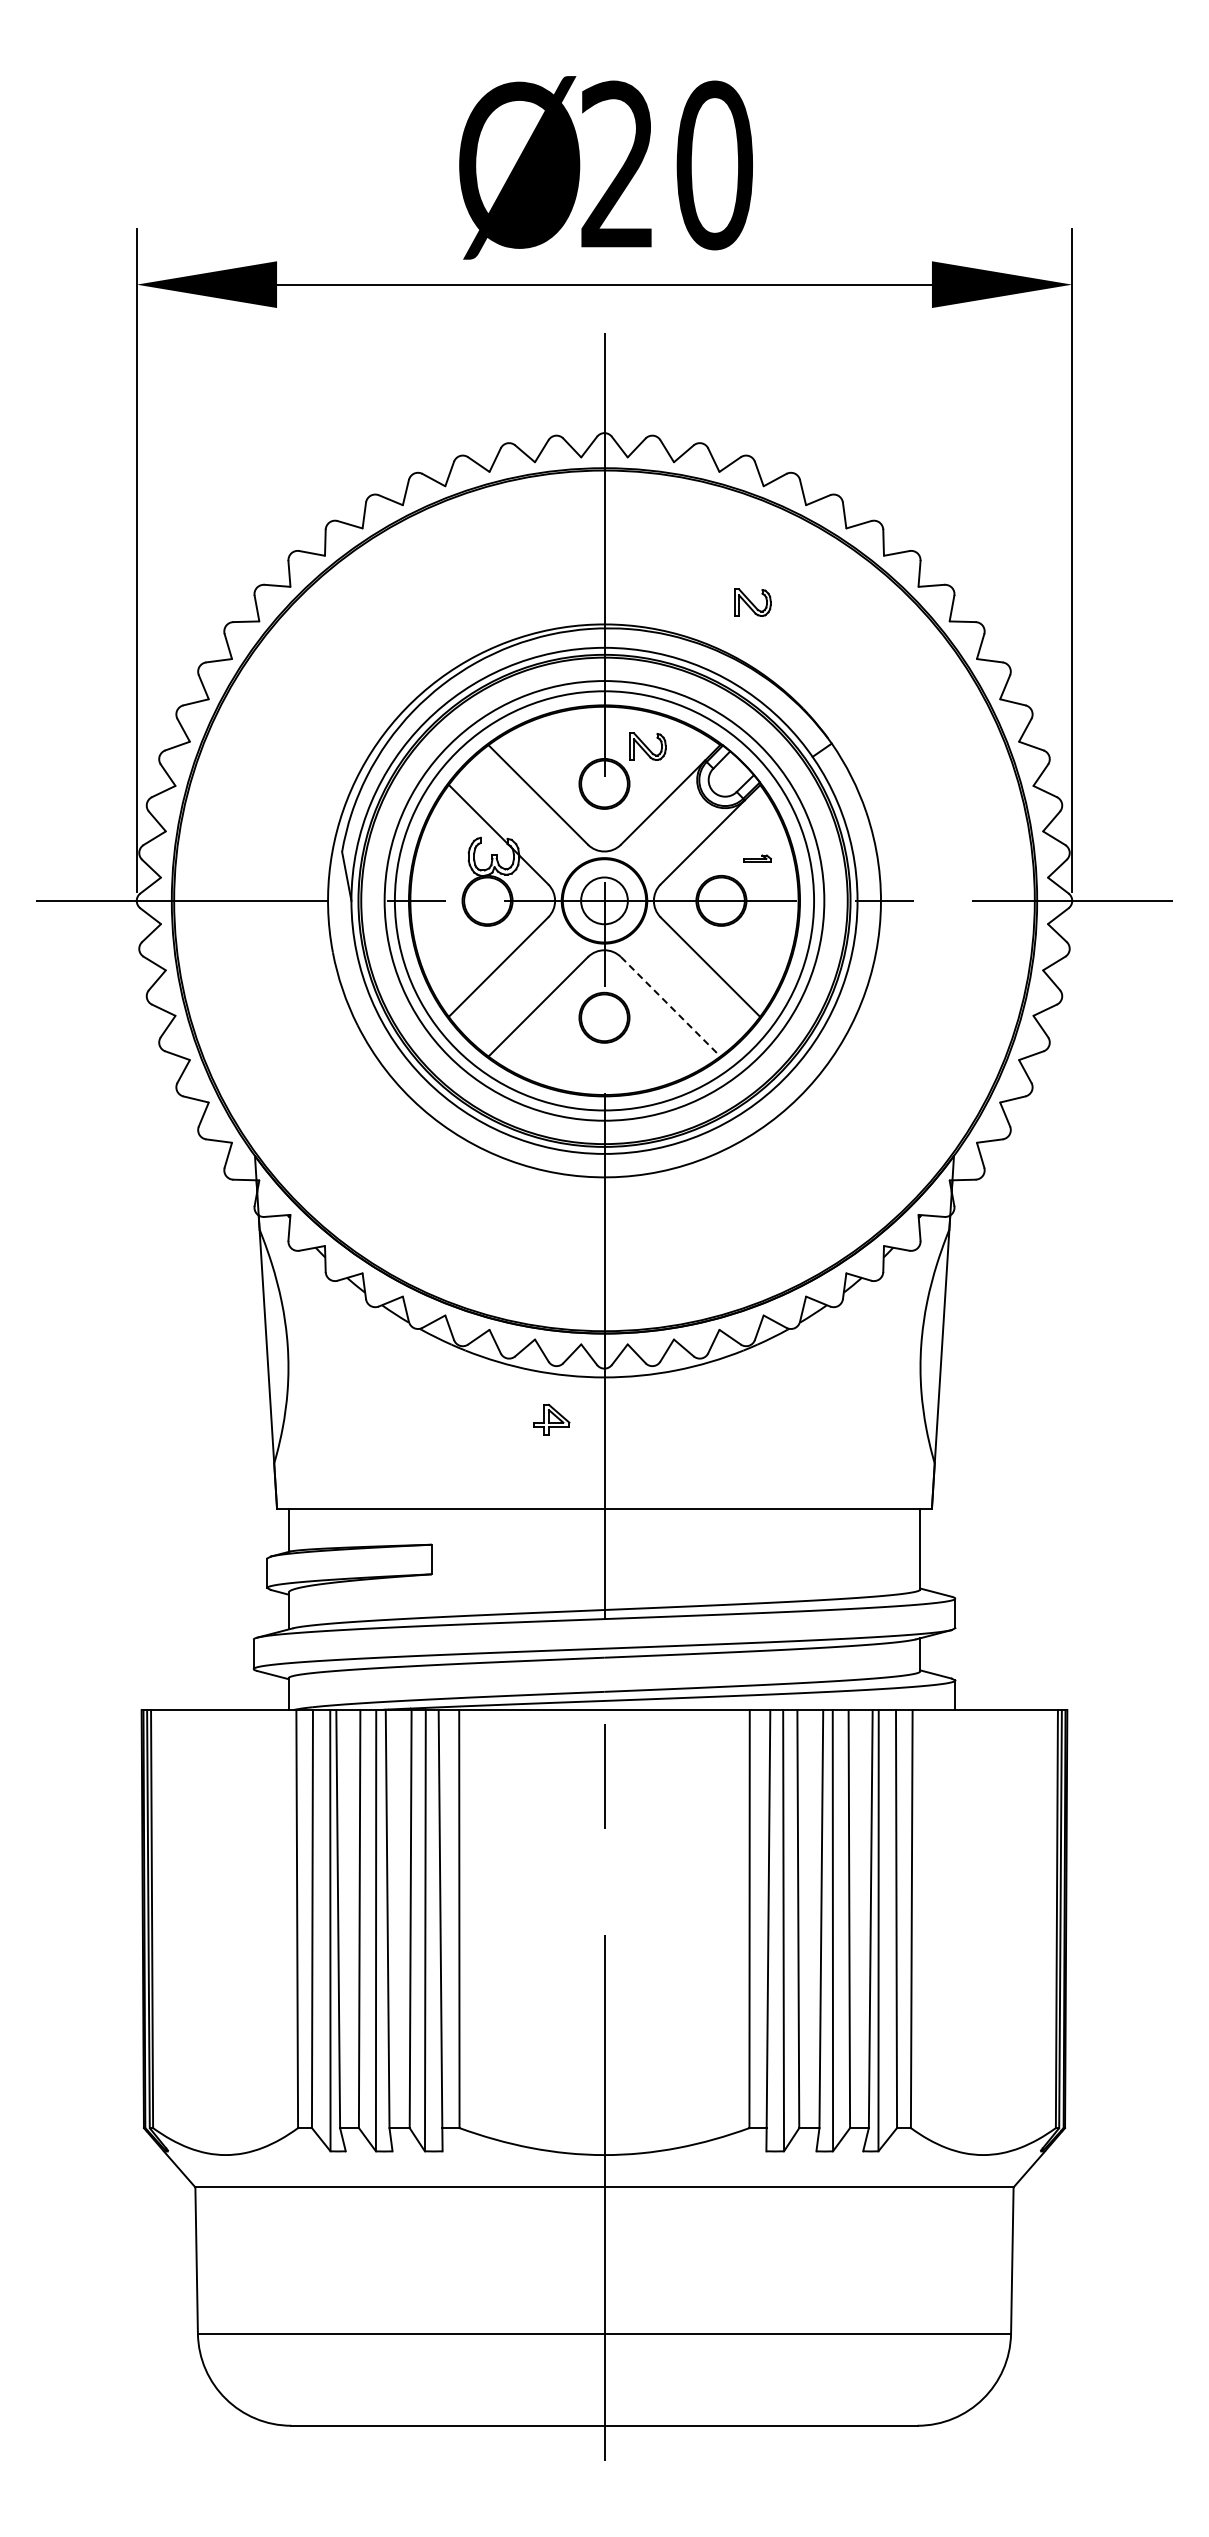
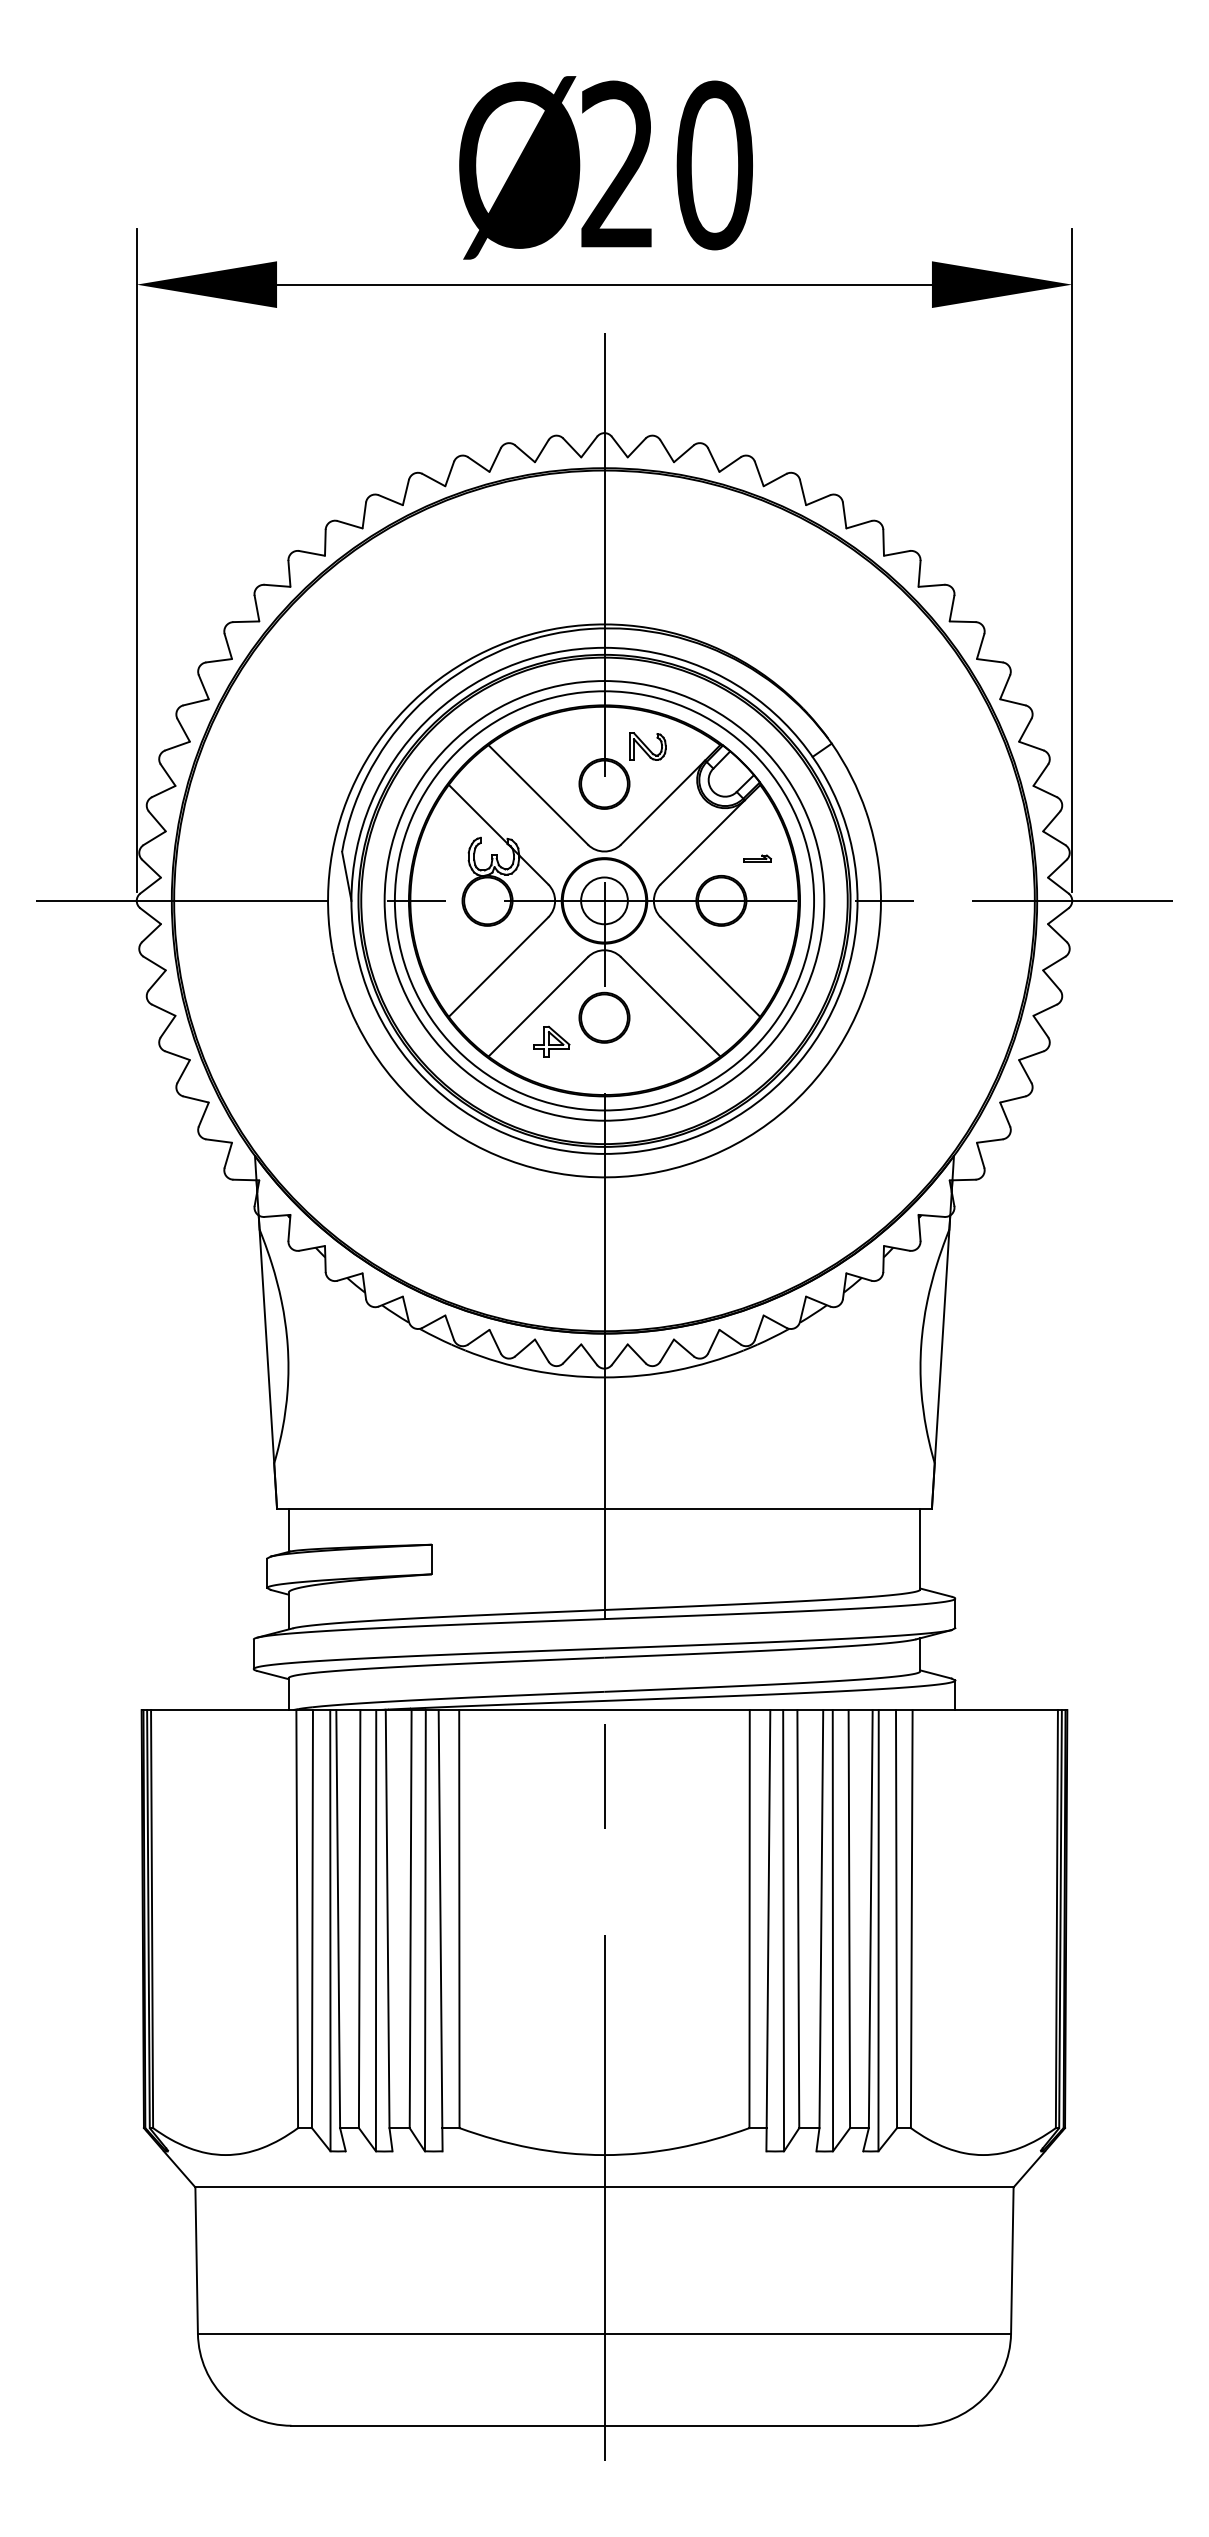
part at (752, 602): present -> none
line at (671, 1007): dashed -> solid
part at (551, 1419) position: (551, 1419) -> (551, 1041)
